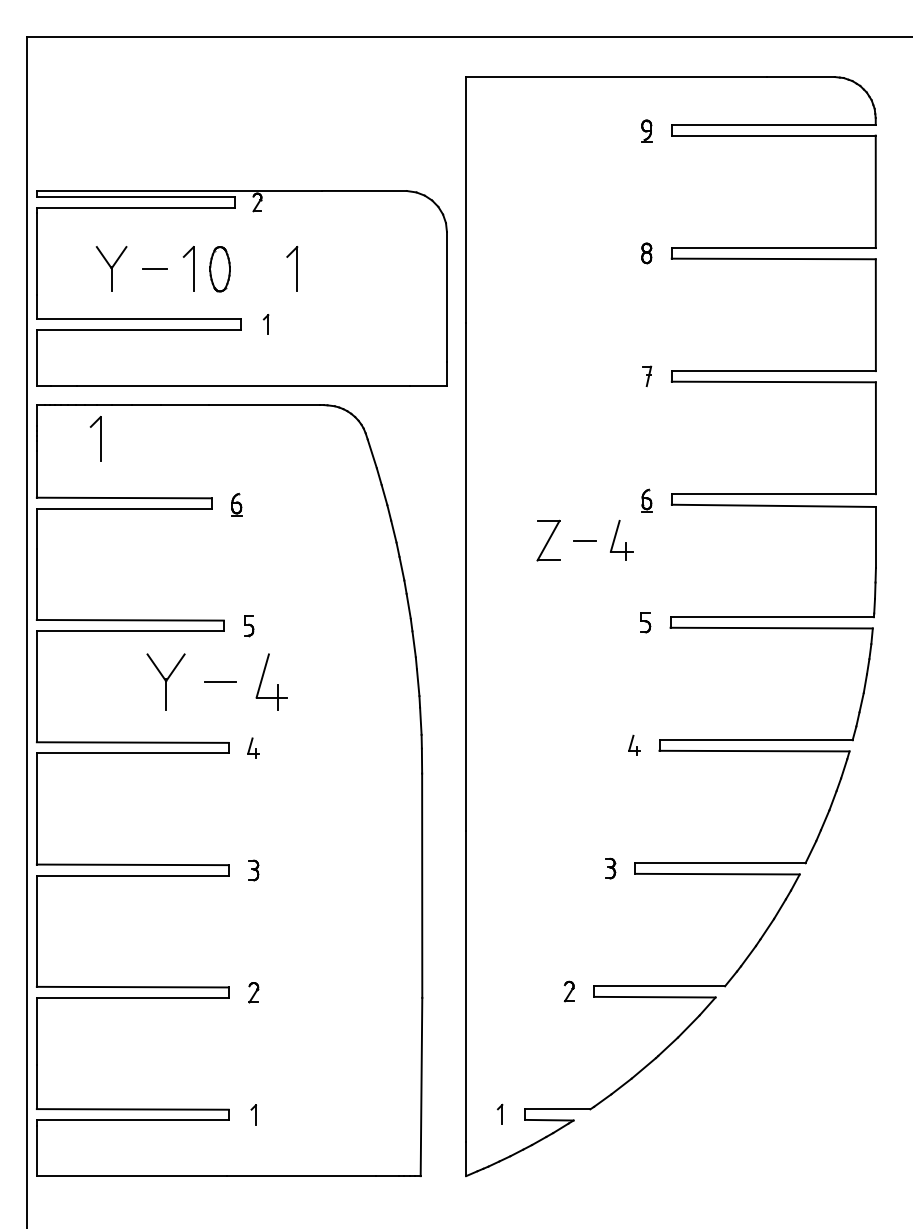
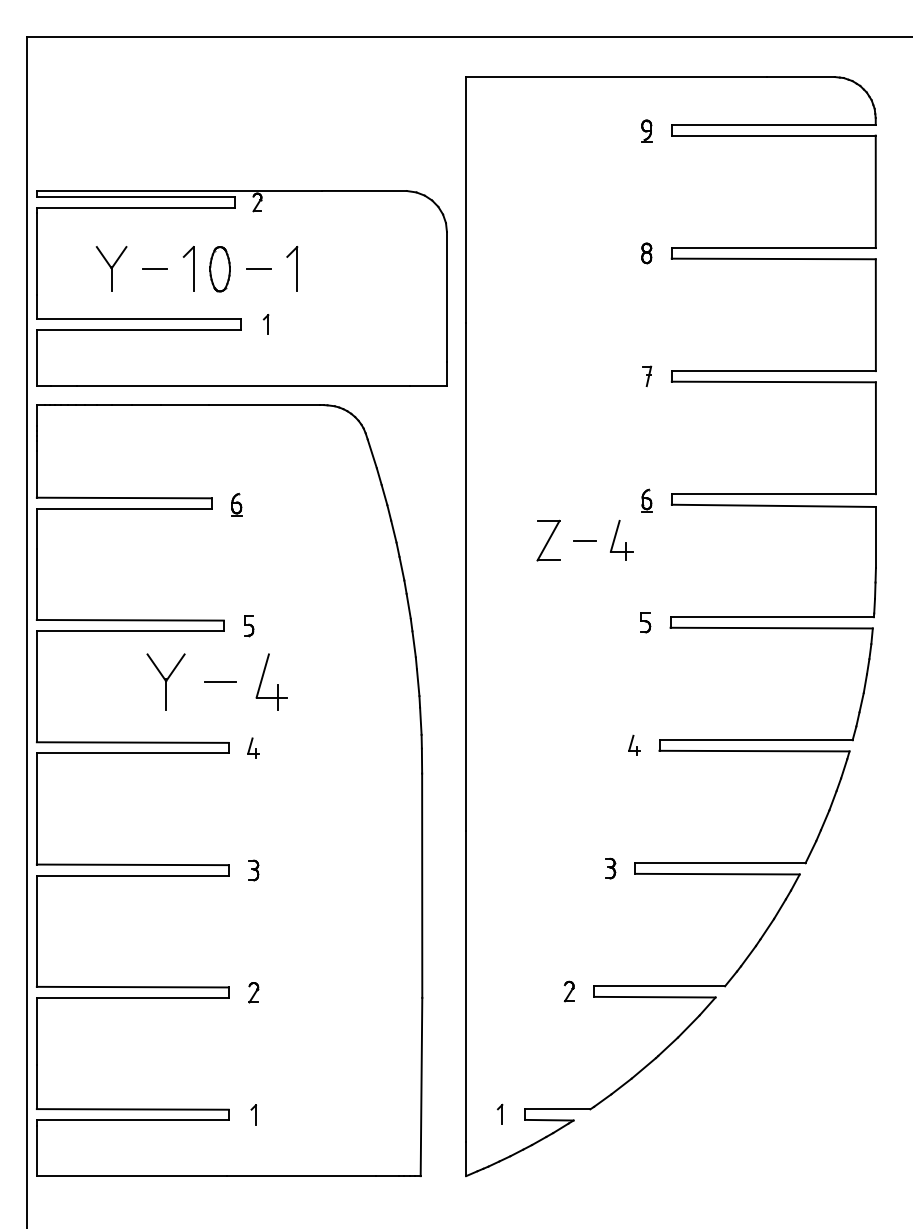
line at (258, 269): none -> present
part at (95, 438): present -> none
